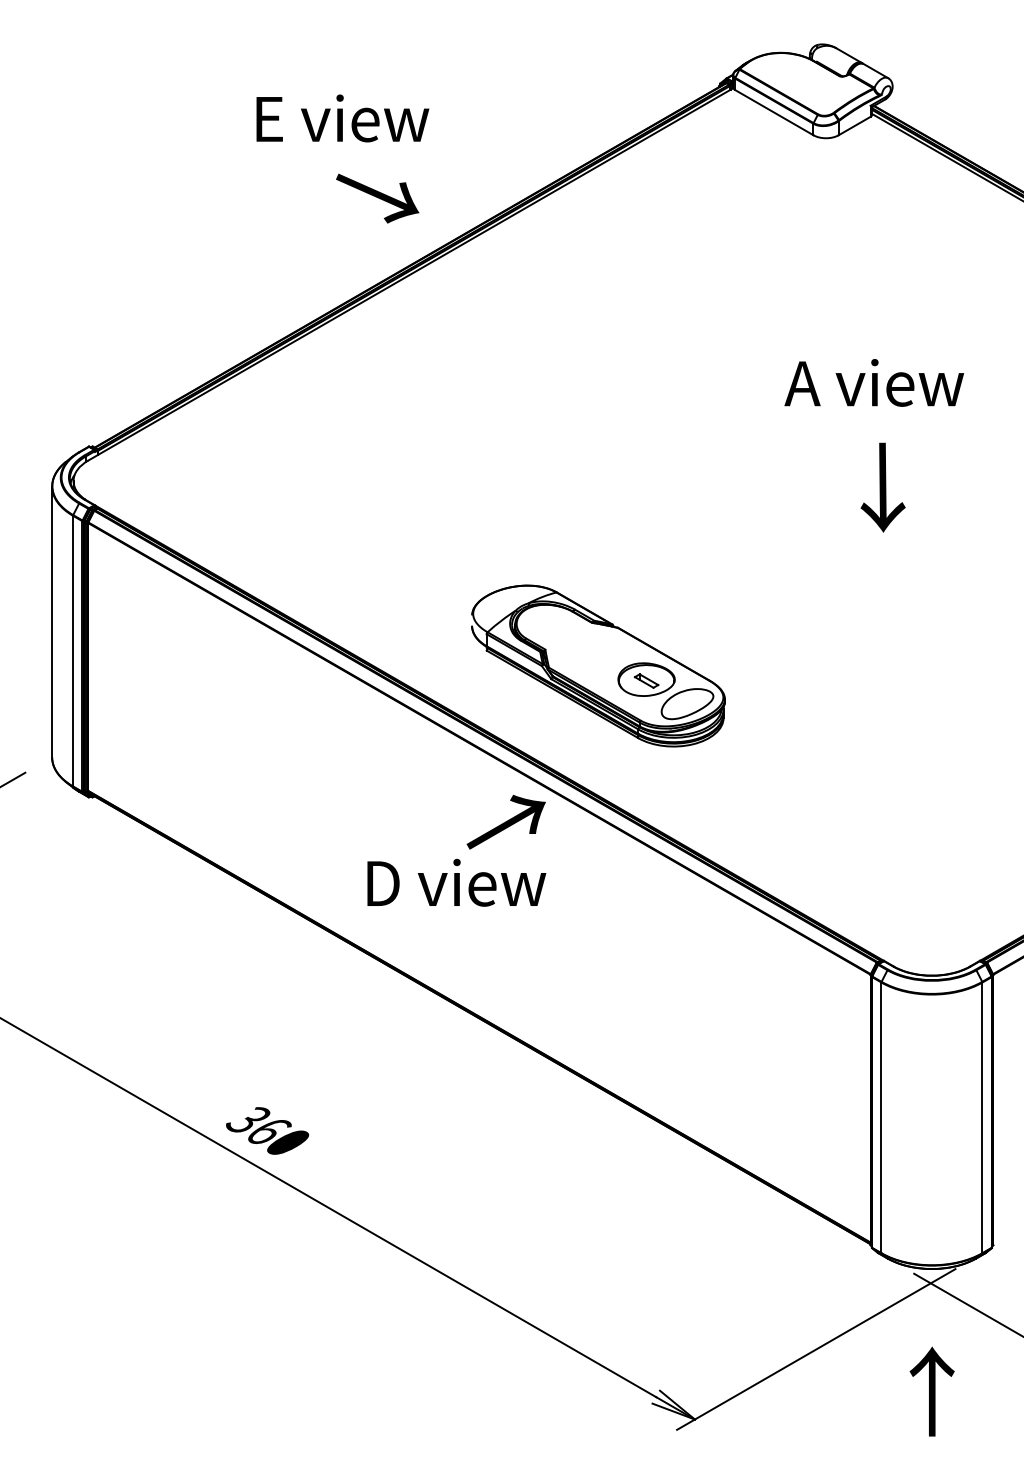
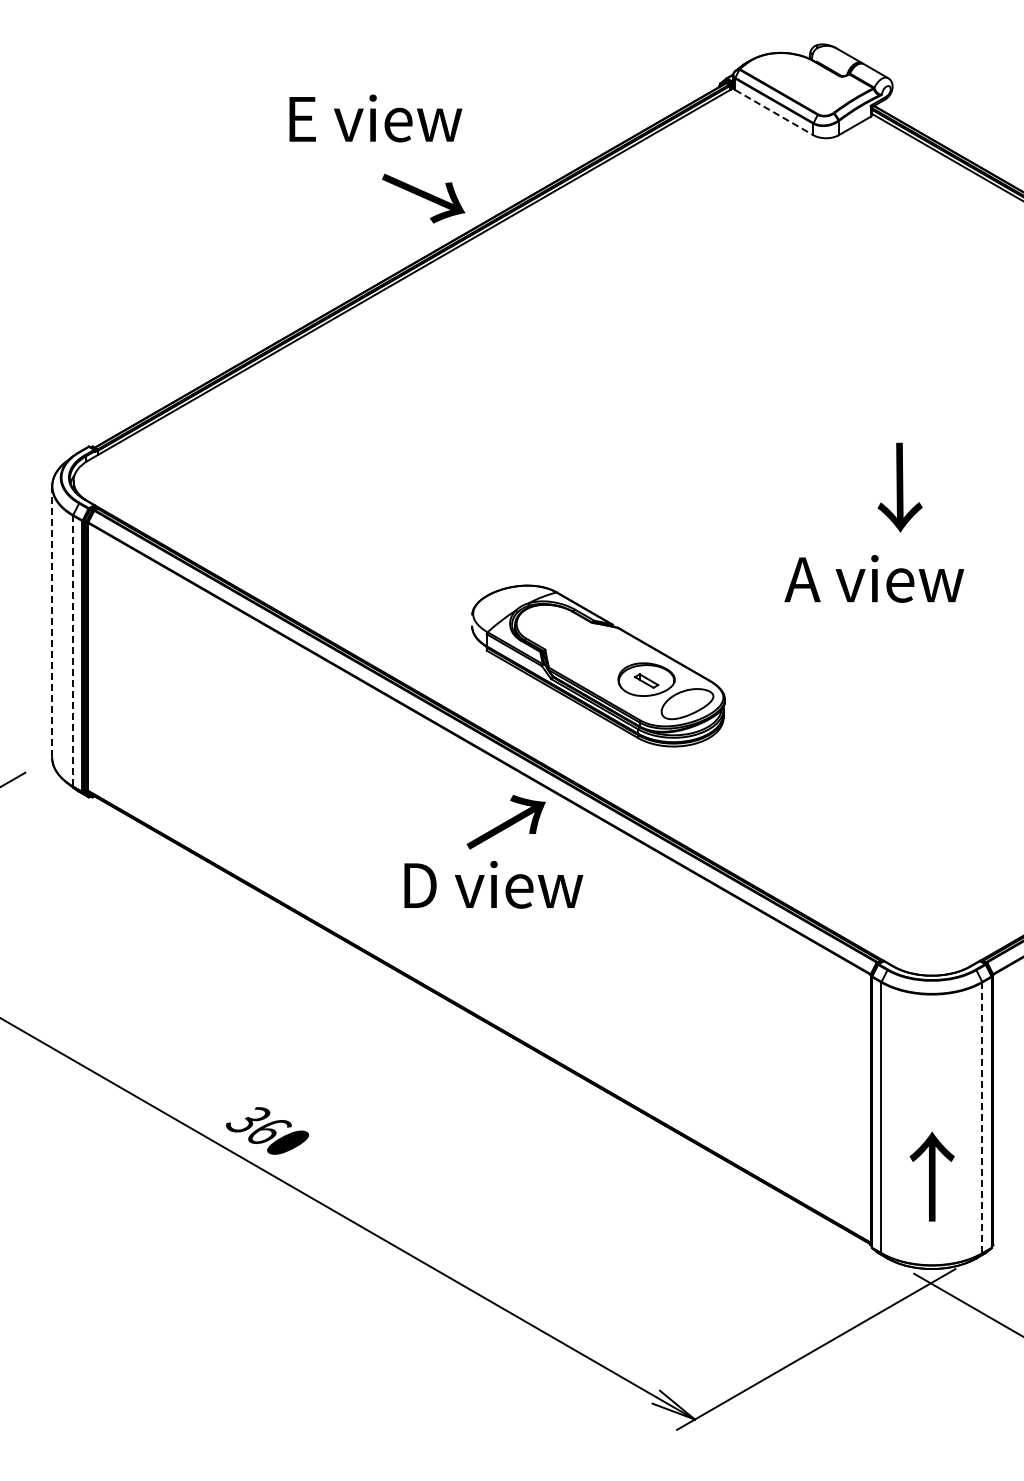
line at (774, 112): solid -> dashed
text at (342, 118) position: (342, 118) -> (375, 118)
text at (377, 198) position: (377, 198) -> (423, 198)
text at (874, 382) position: (874, 382) -> (874, 578)
text at (882, 487) position: (882, 487) -> (899, 487)
line at (52, 621): solid -> dashed
line at (73, 650): solid -> dashed
text at (456, 882) position: (456, 882) -> (493, 884)
line at (982, 1117): solid -> dashed
text at (931, 1391) position: (931, 1391) -> (931, 1176)
